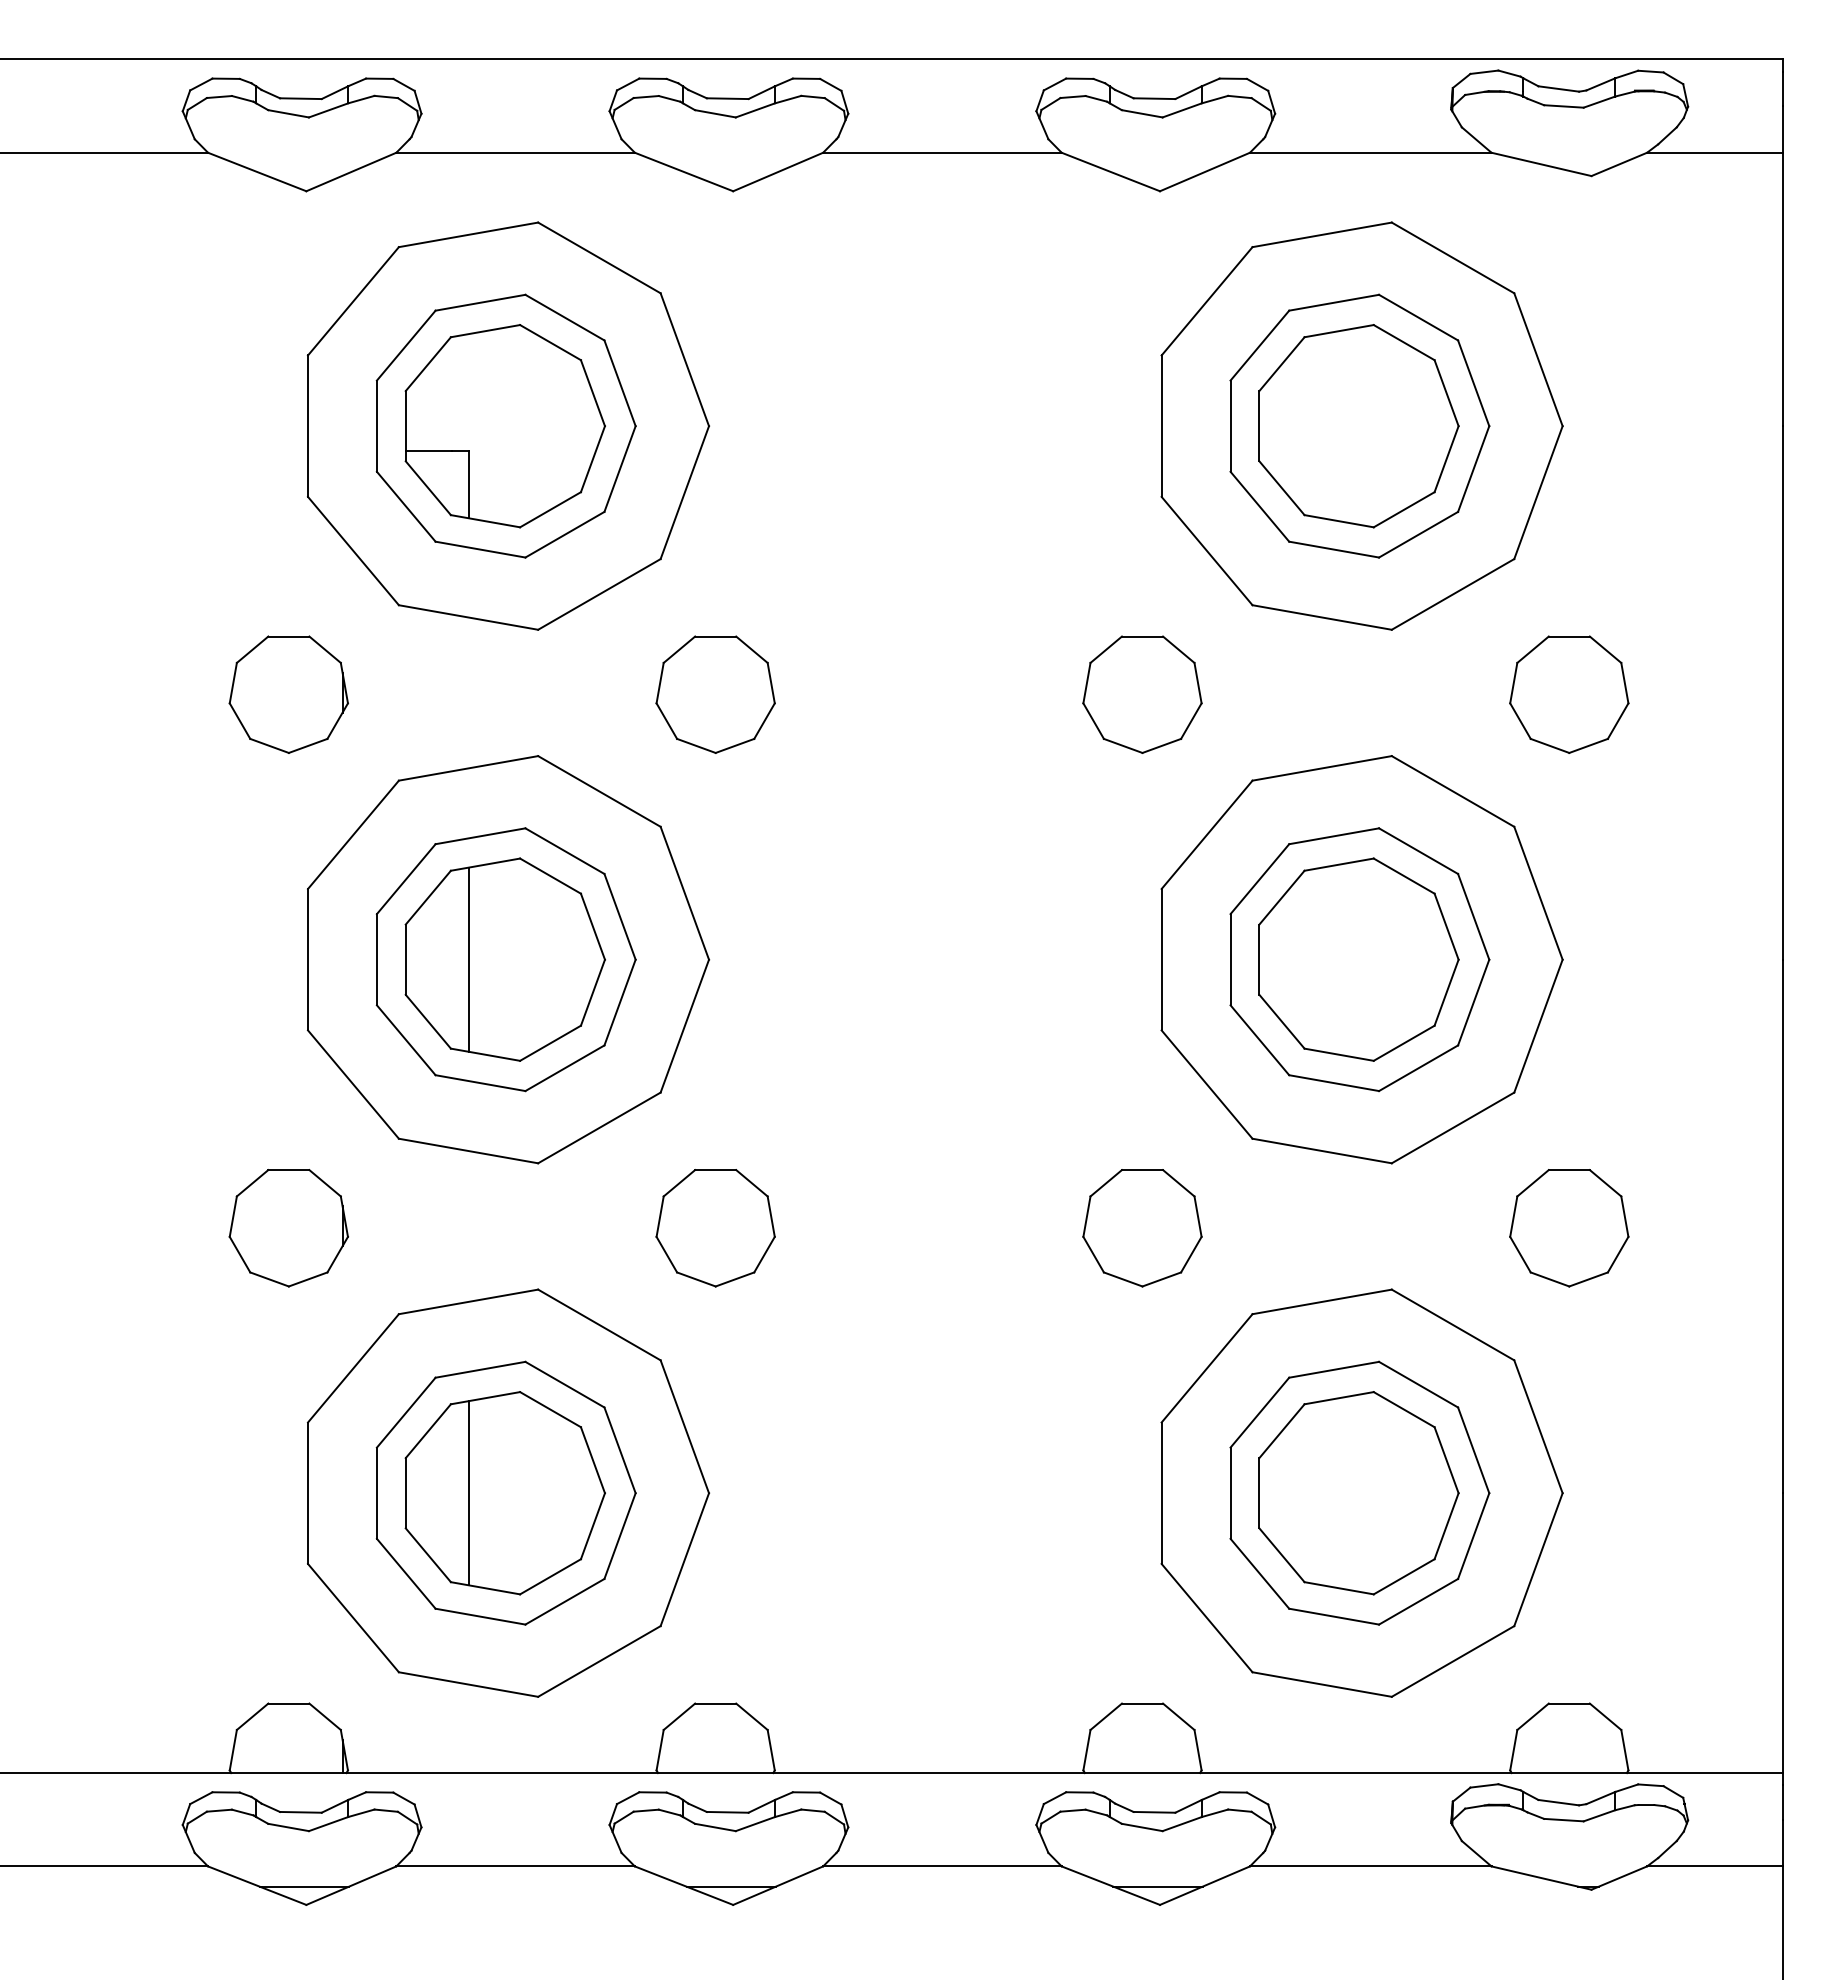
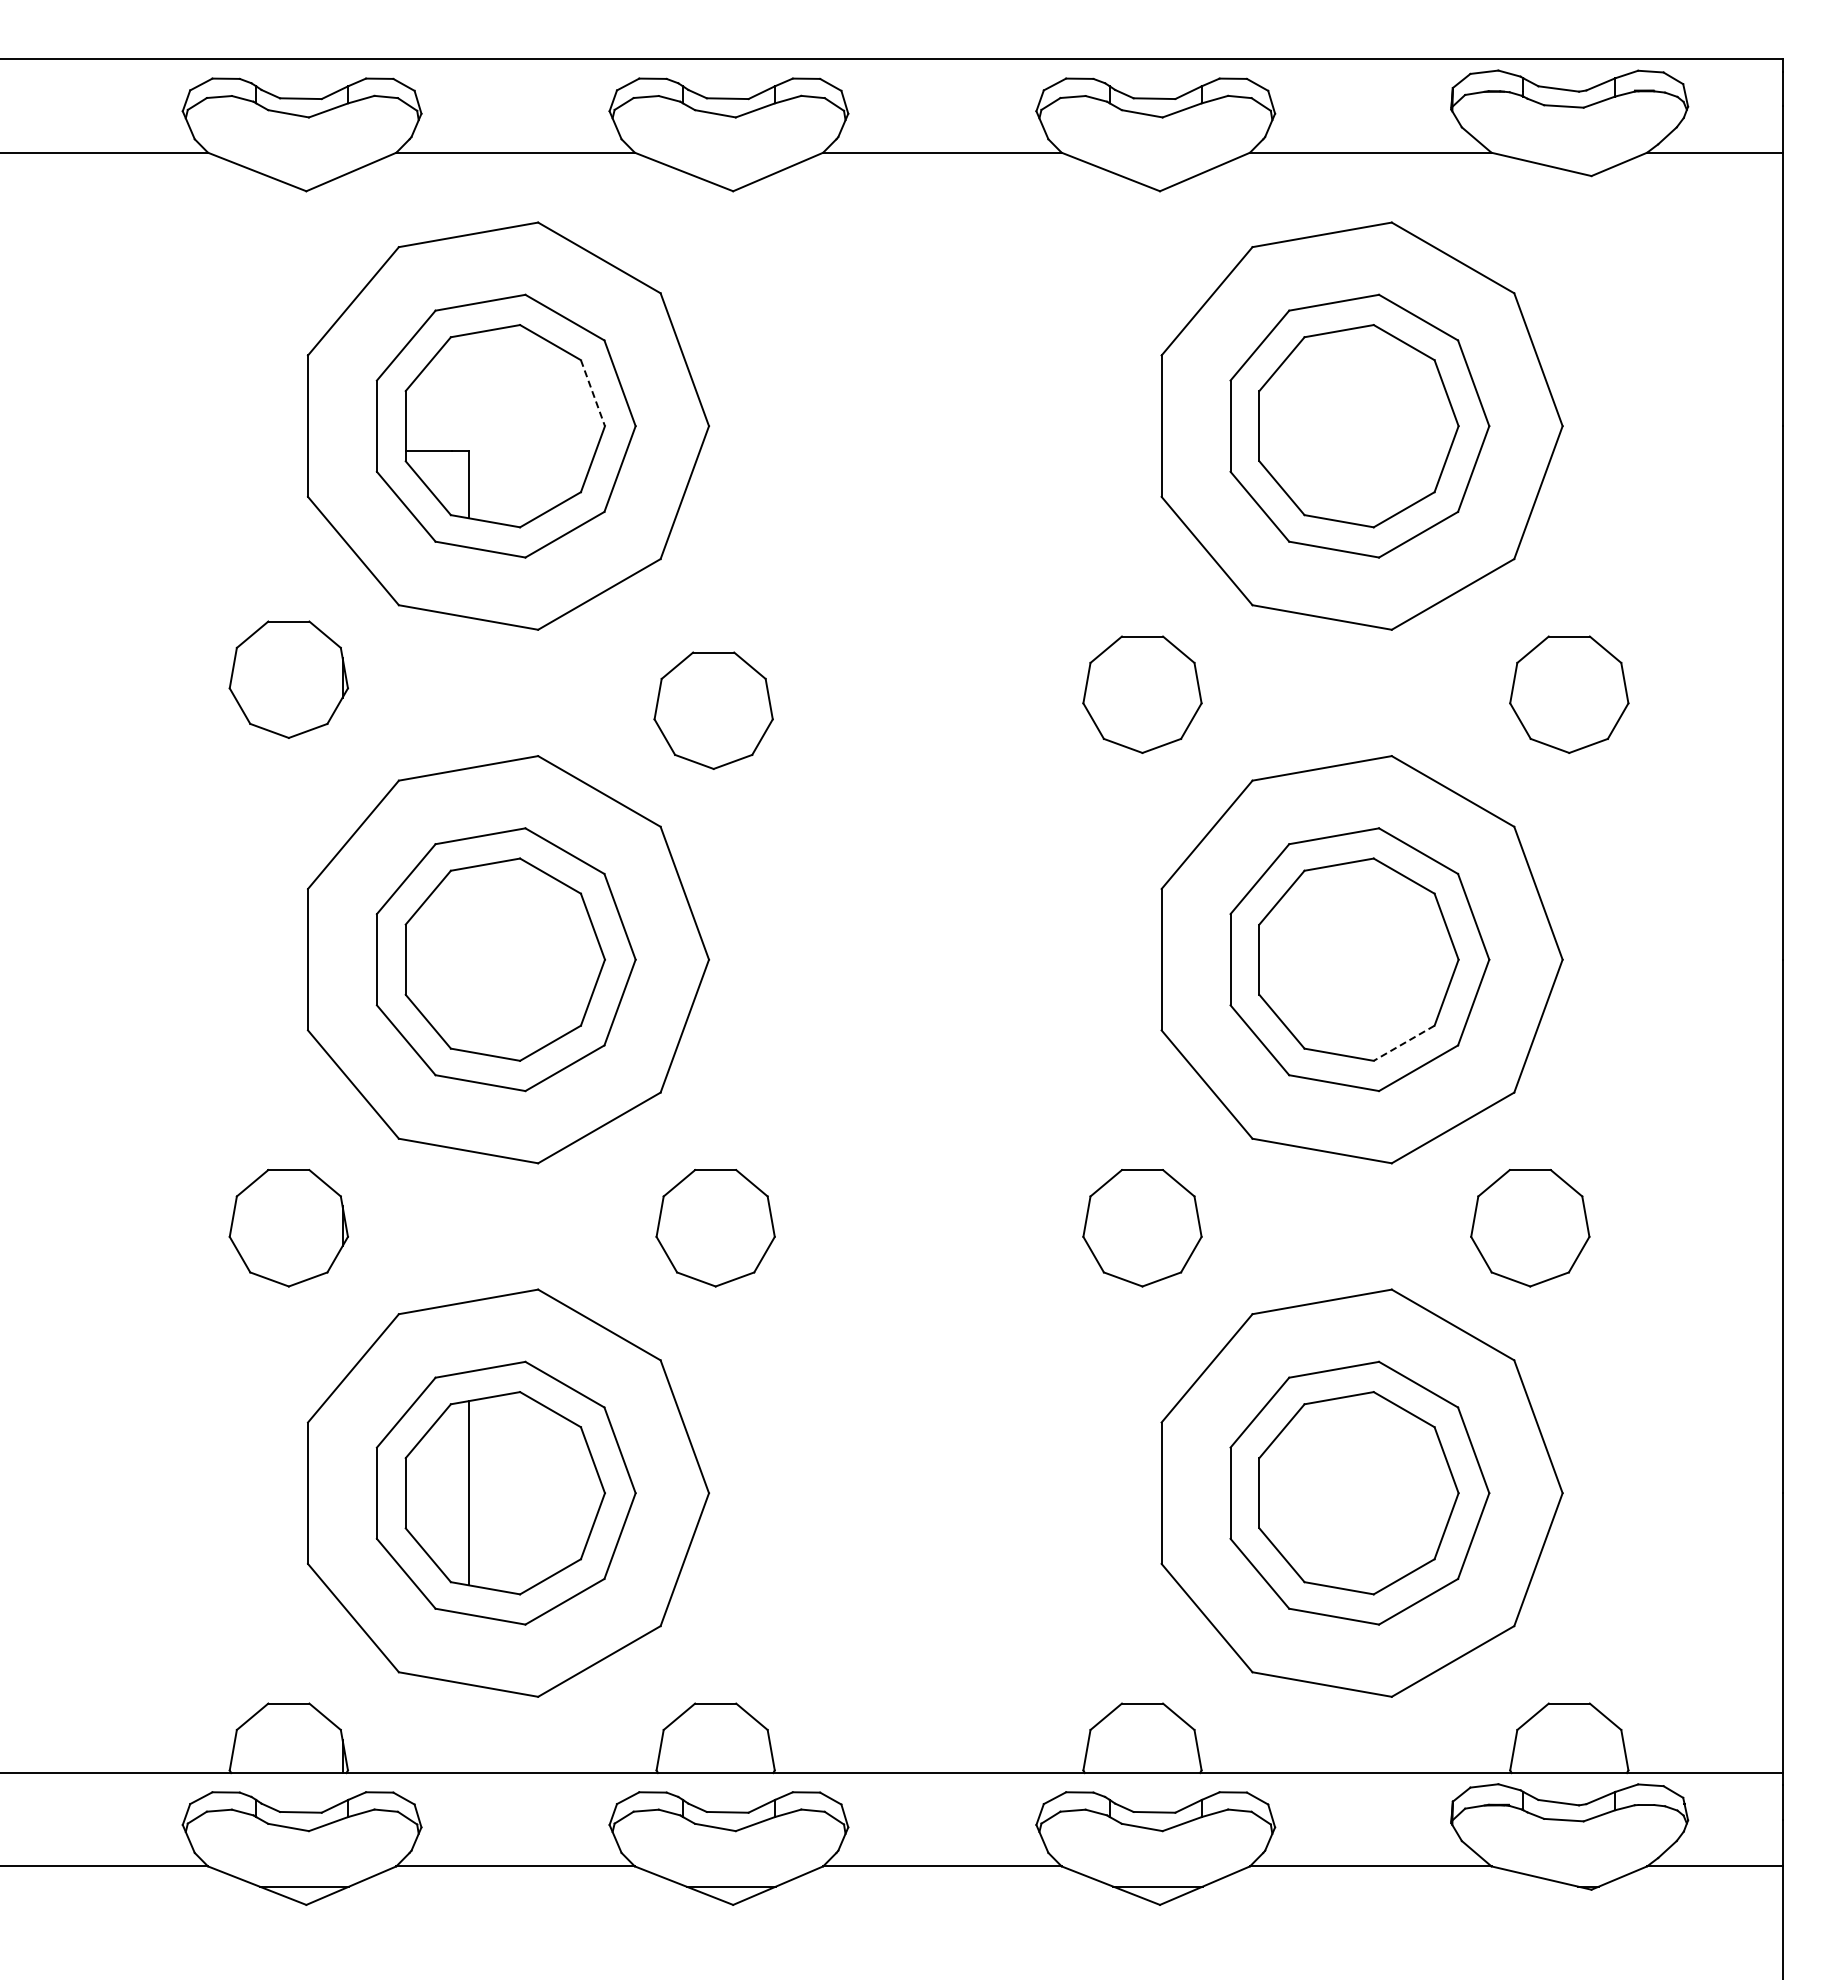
line at (593, 393): solid -> dashed
part at (288, 694) position: (288, 694) -> (288, 679)
part at (715, 694) position: (715, 694) -> (713, 710)
line at (469, 959): present -> none
line at (1403, 1043): solid -> dashed
part at (1569, 1228) position: (1569, 1228) -> (1530, 1228)
